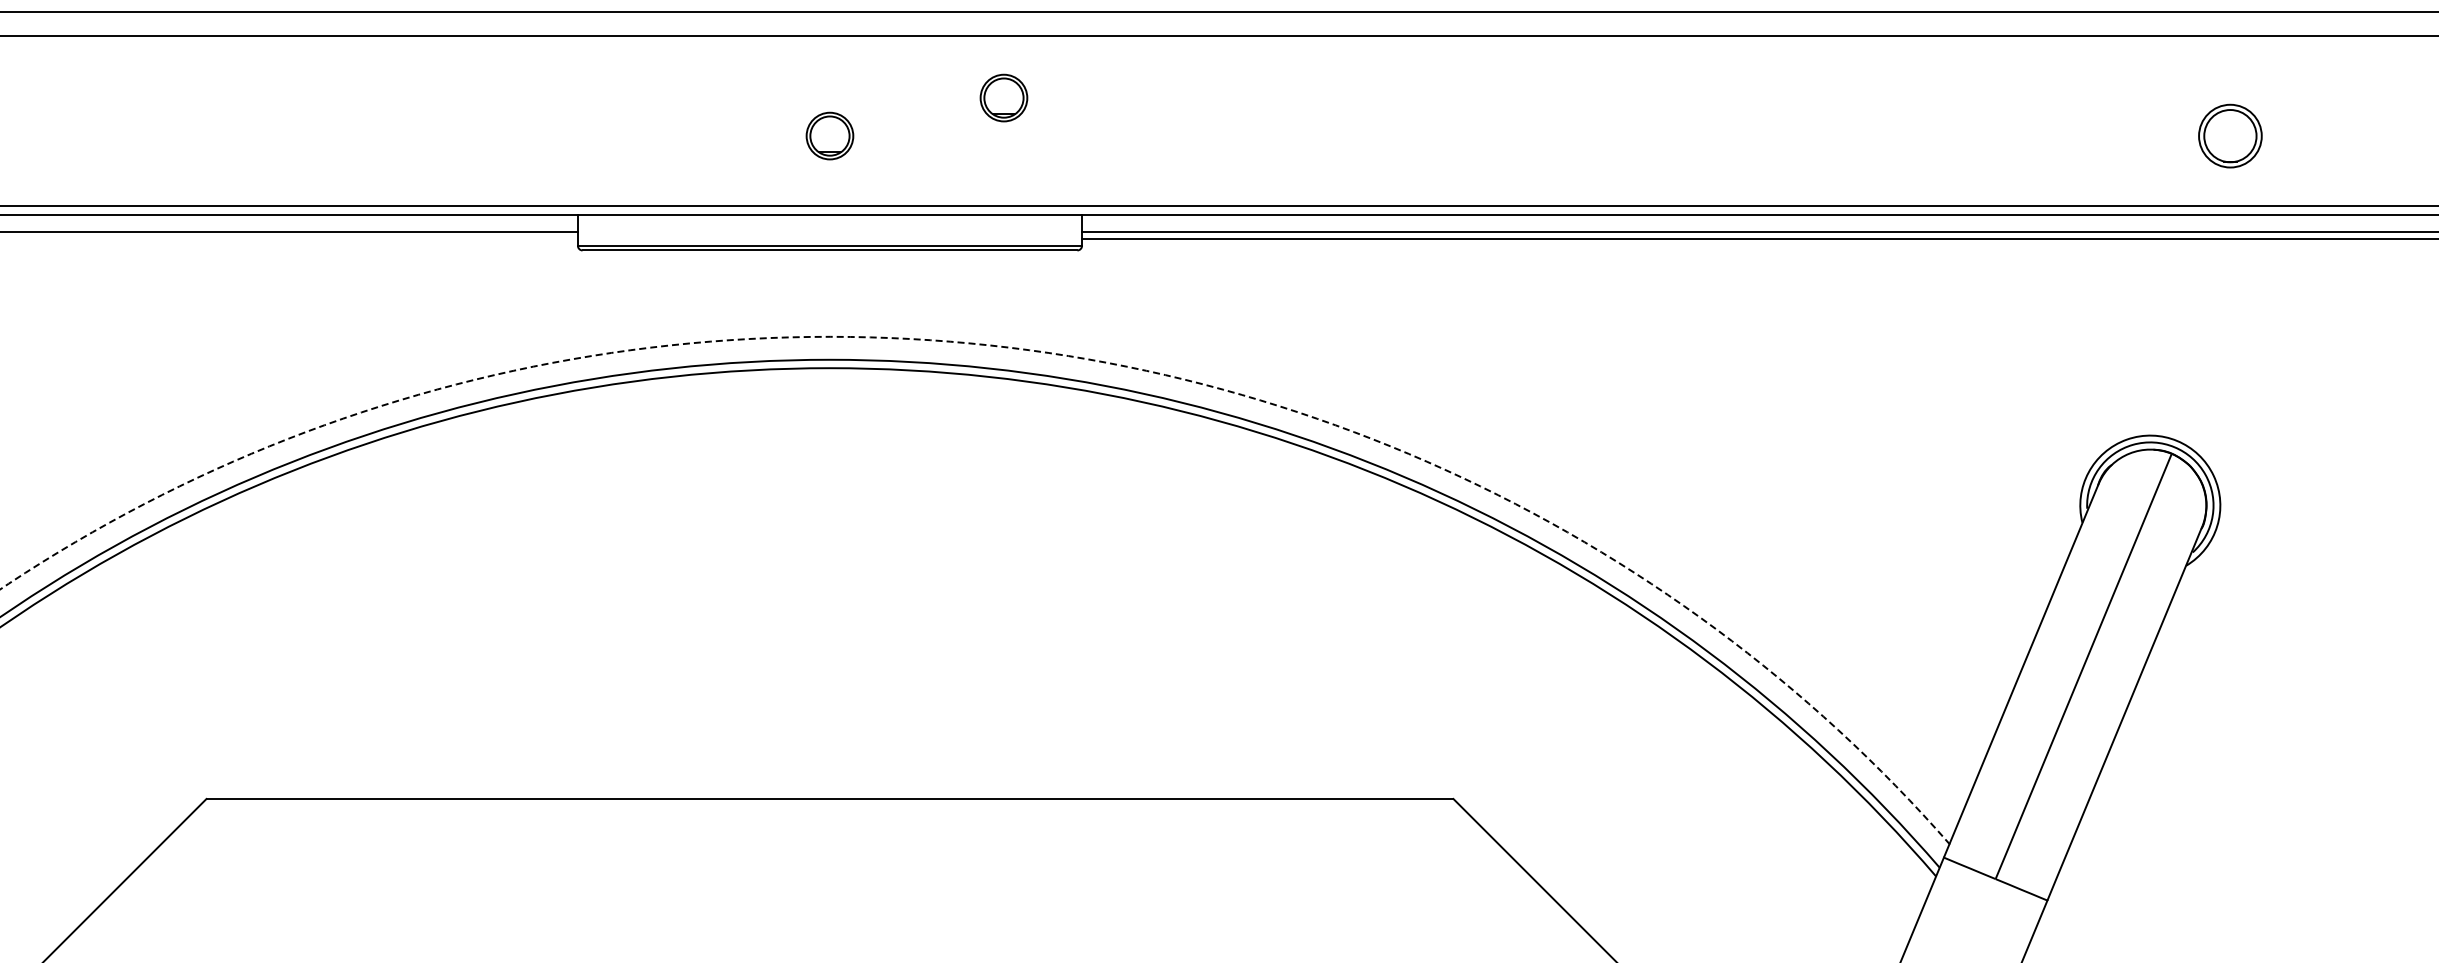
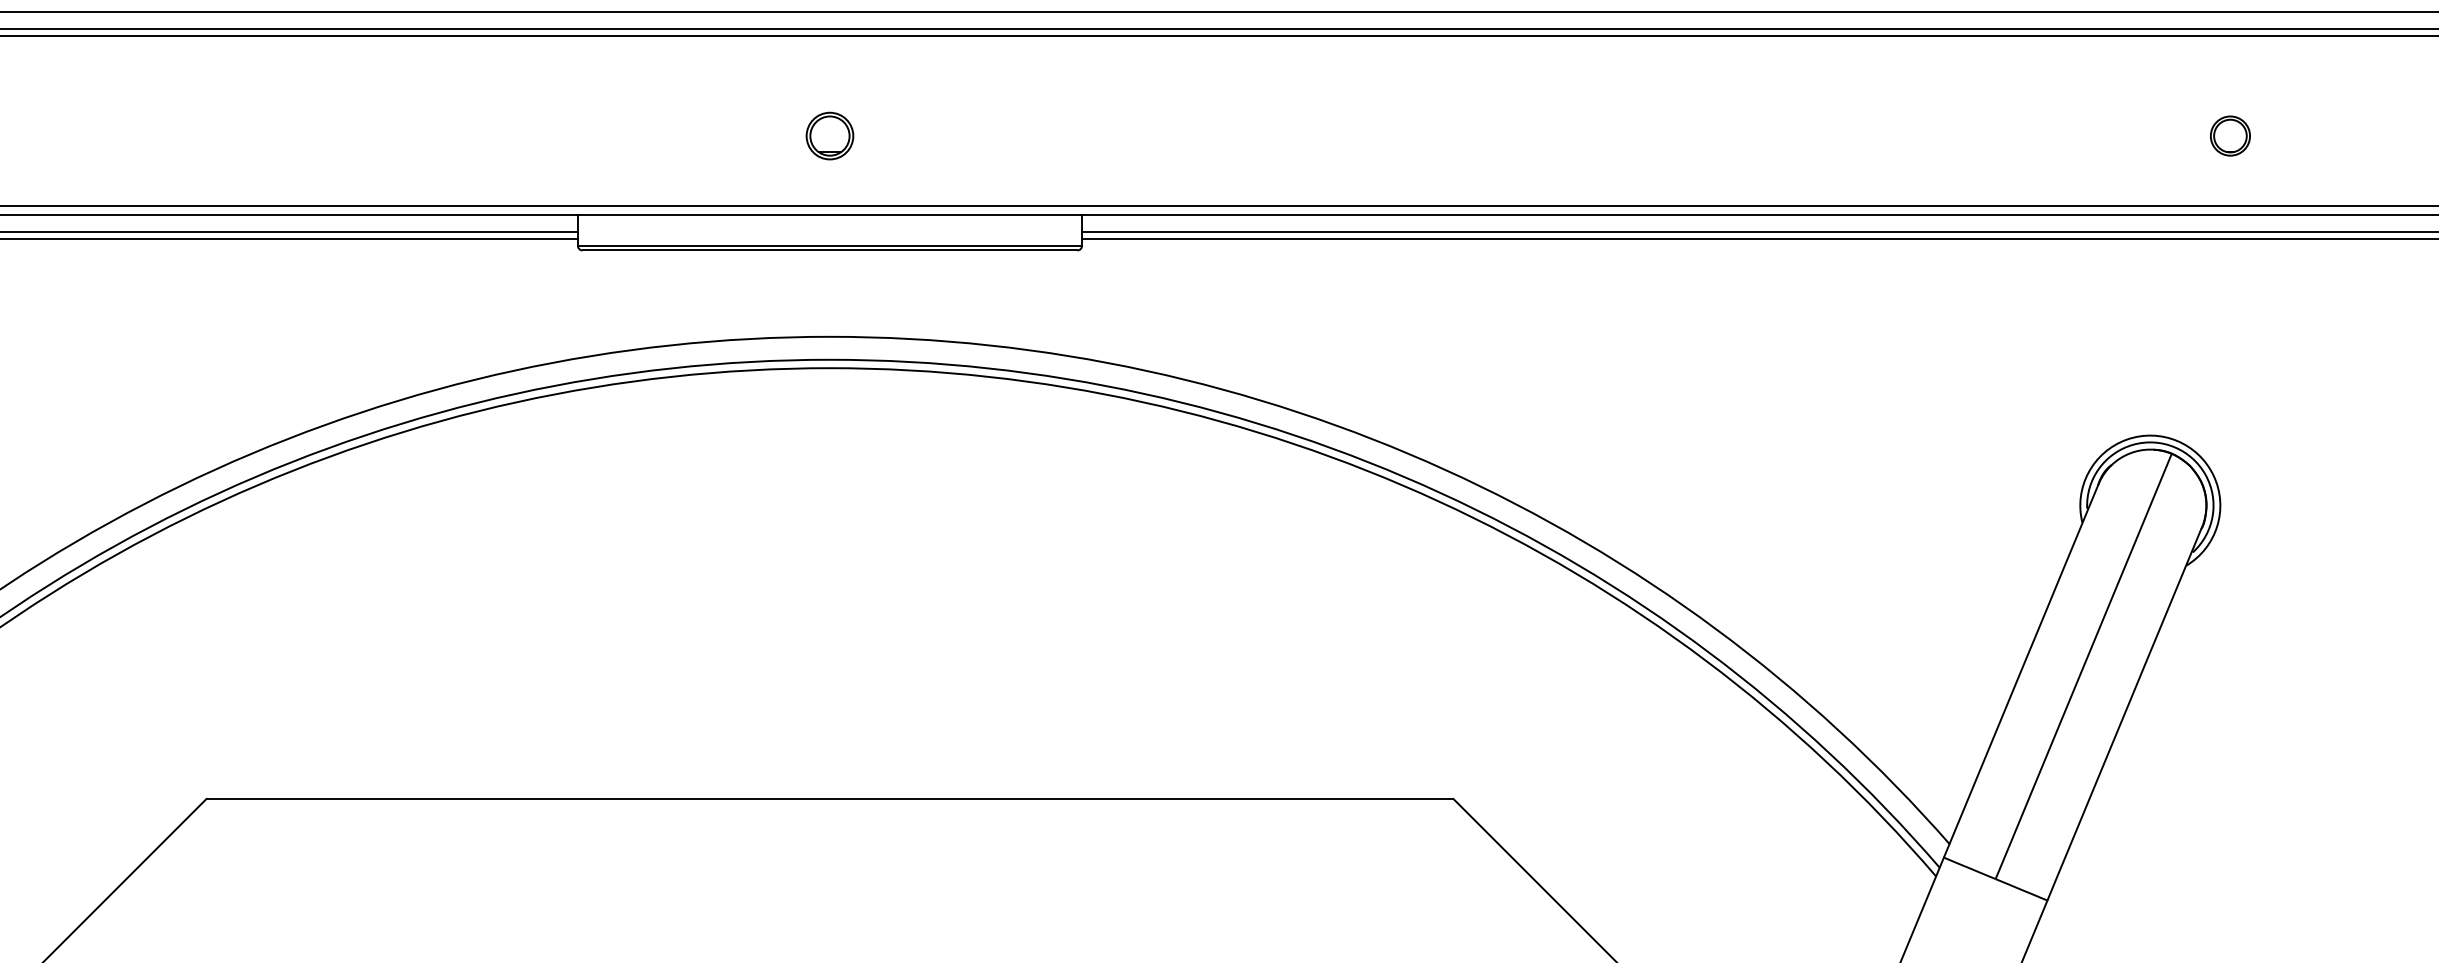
line at (1218, 28): none -> present
part at (1003, 97): present -> none
part at (2230, 135) size: 65x66 px -> 41x42 px
line at (289, 238): none -> present
arc at (1020, 349): dashed -> solid
